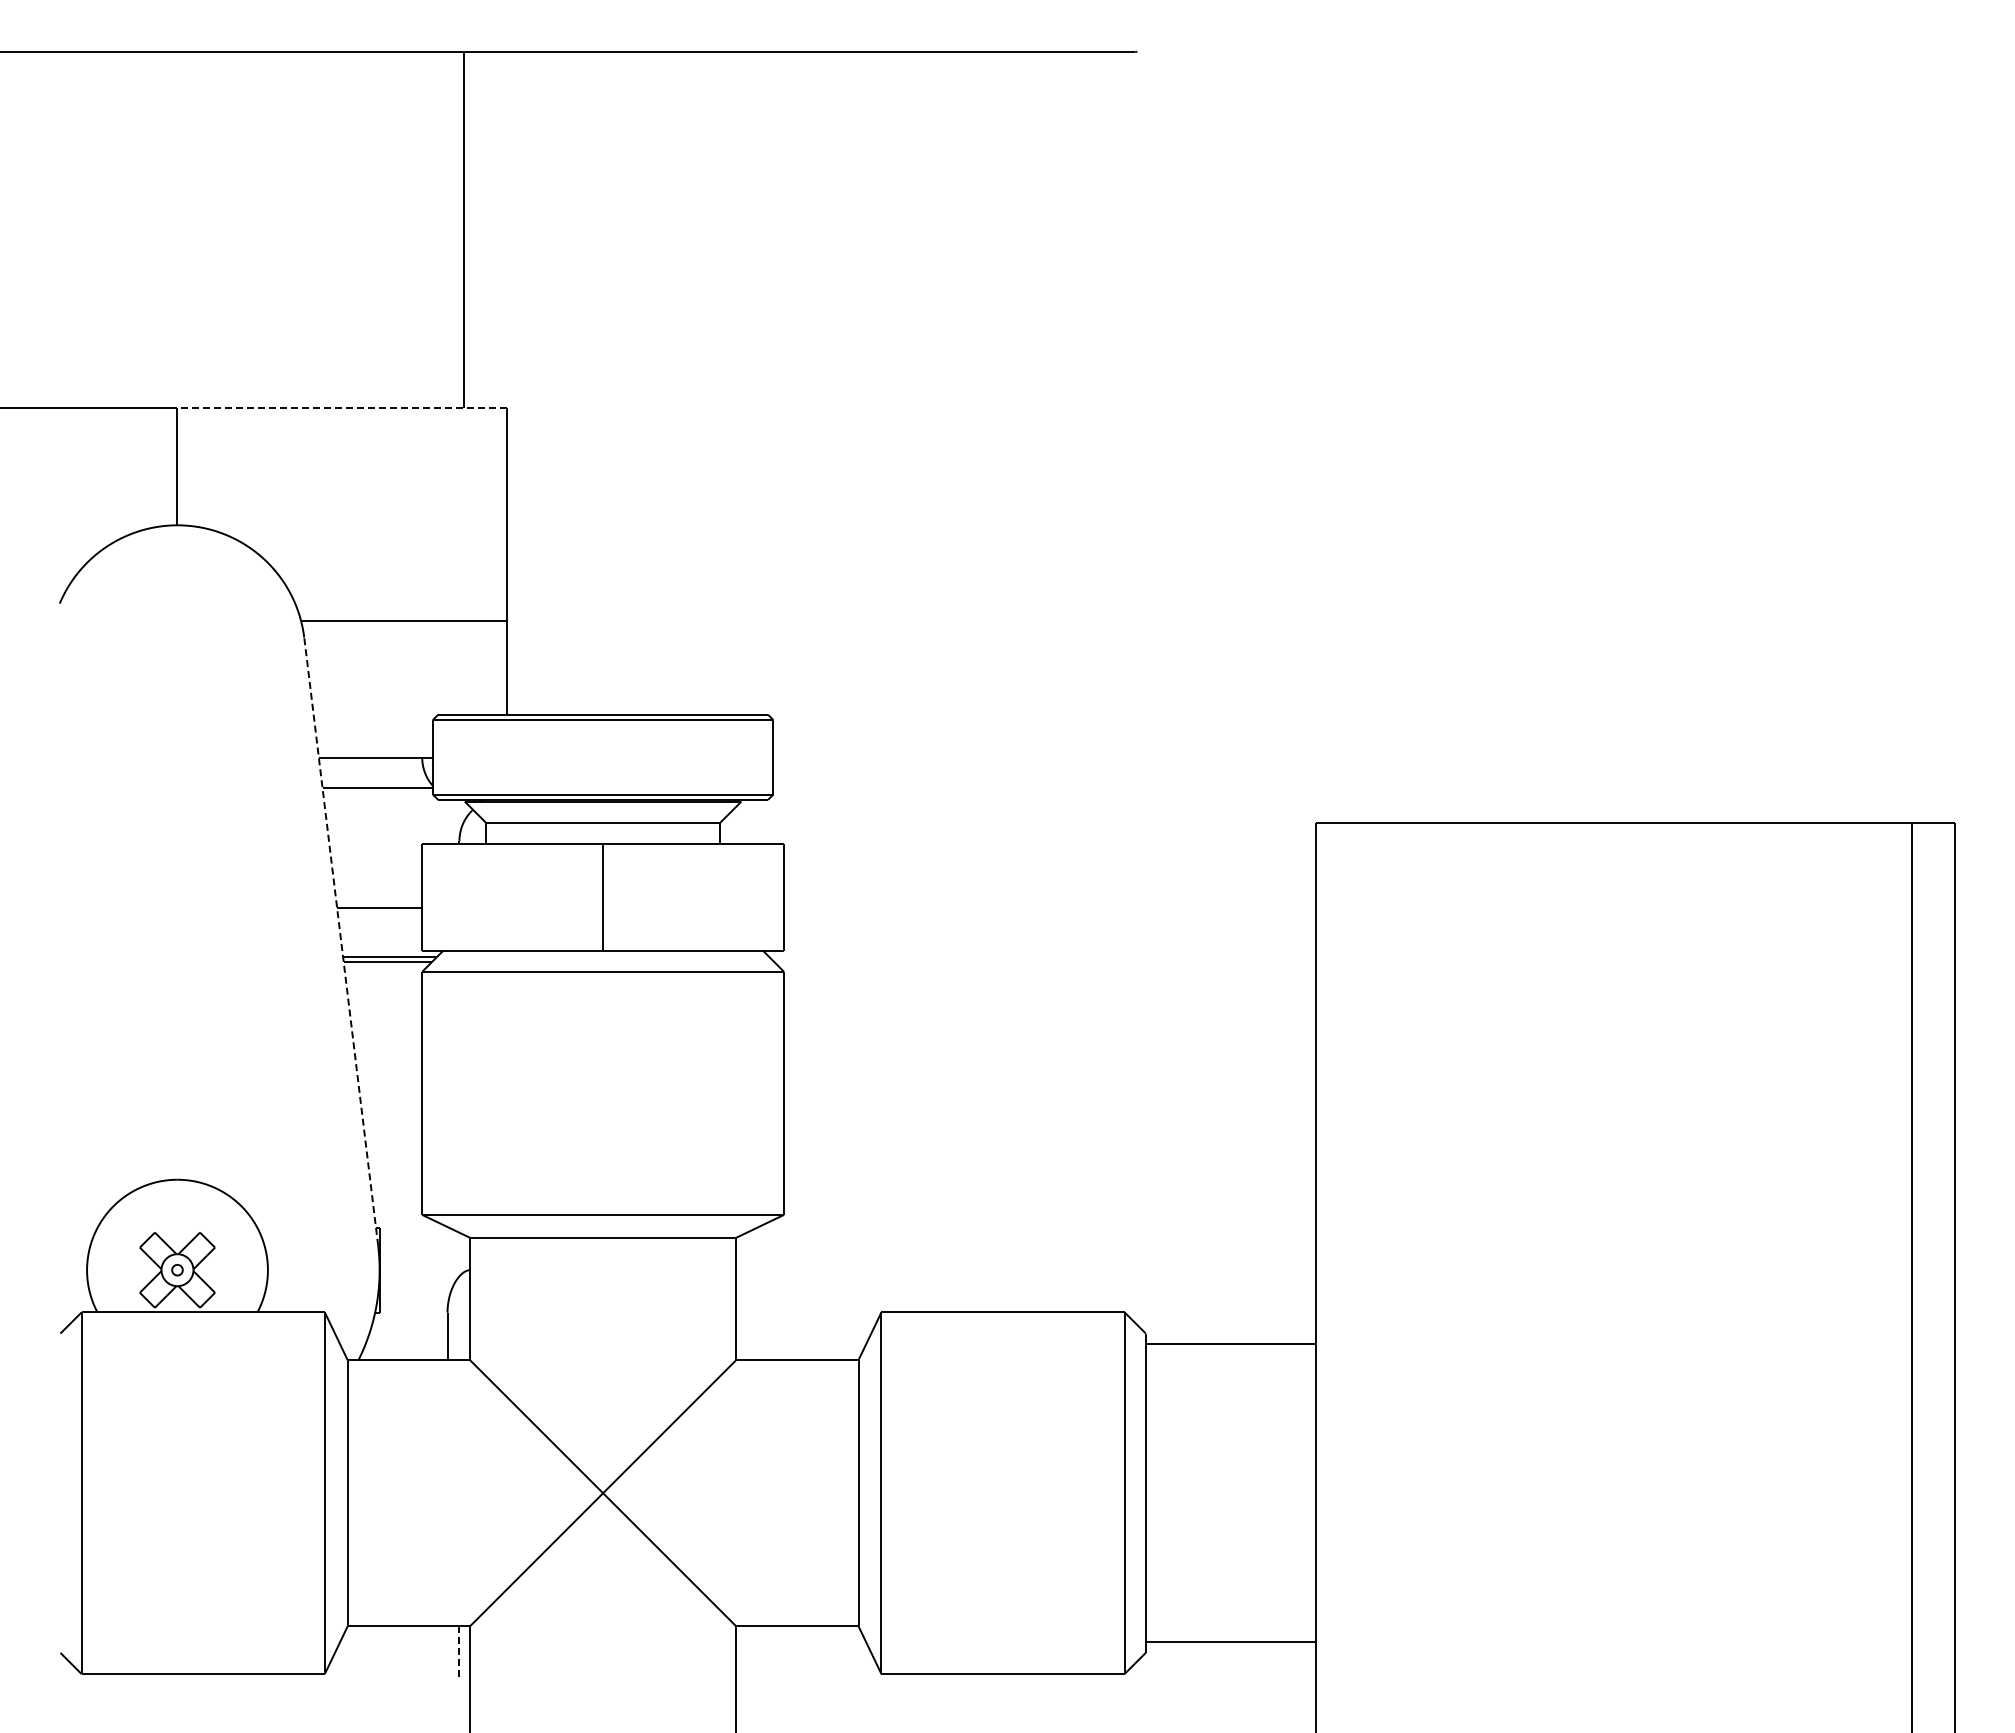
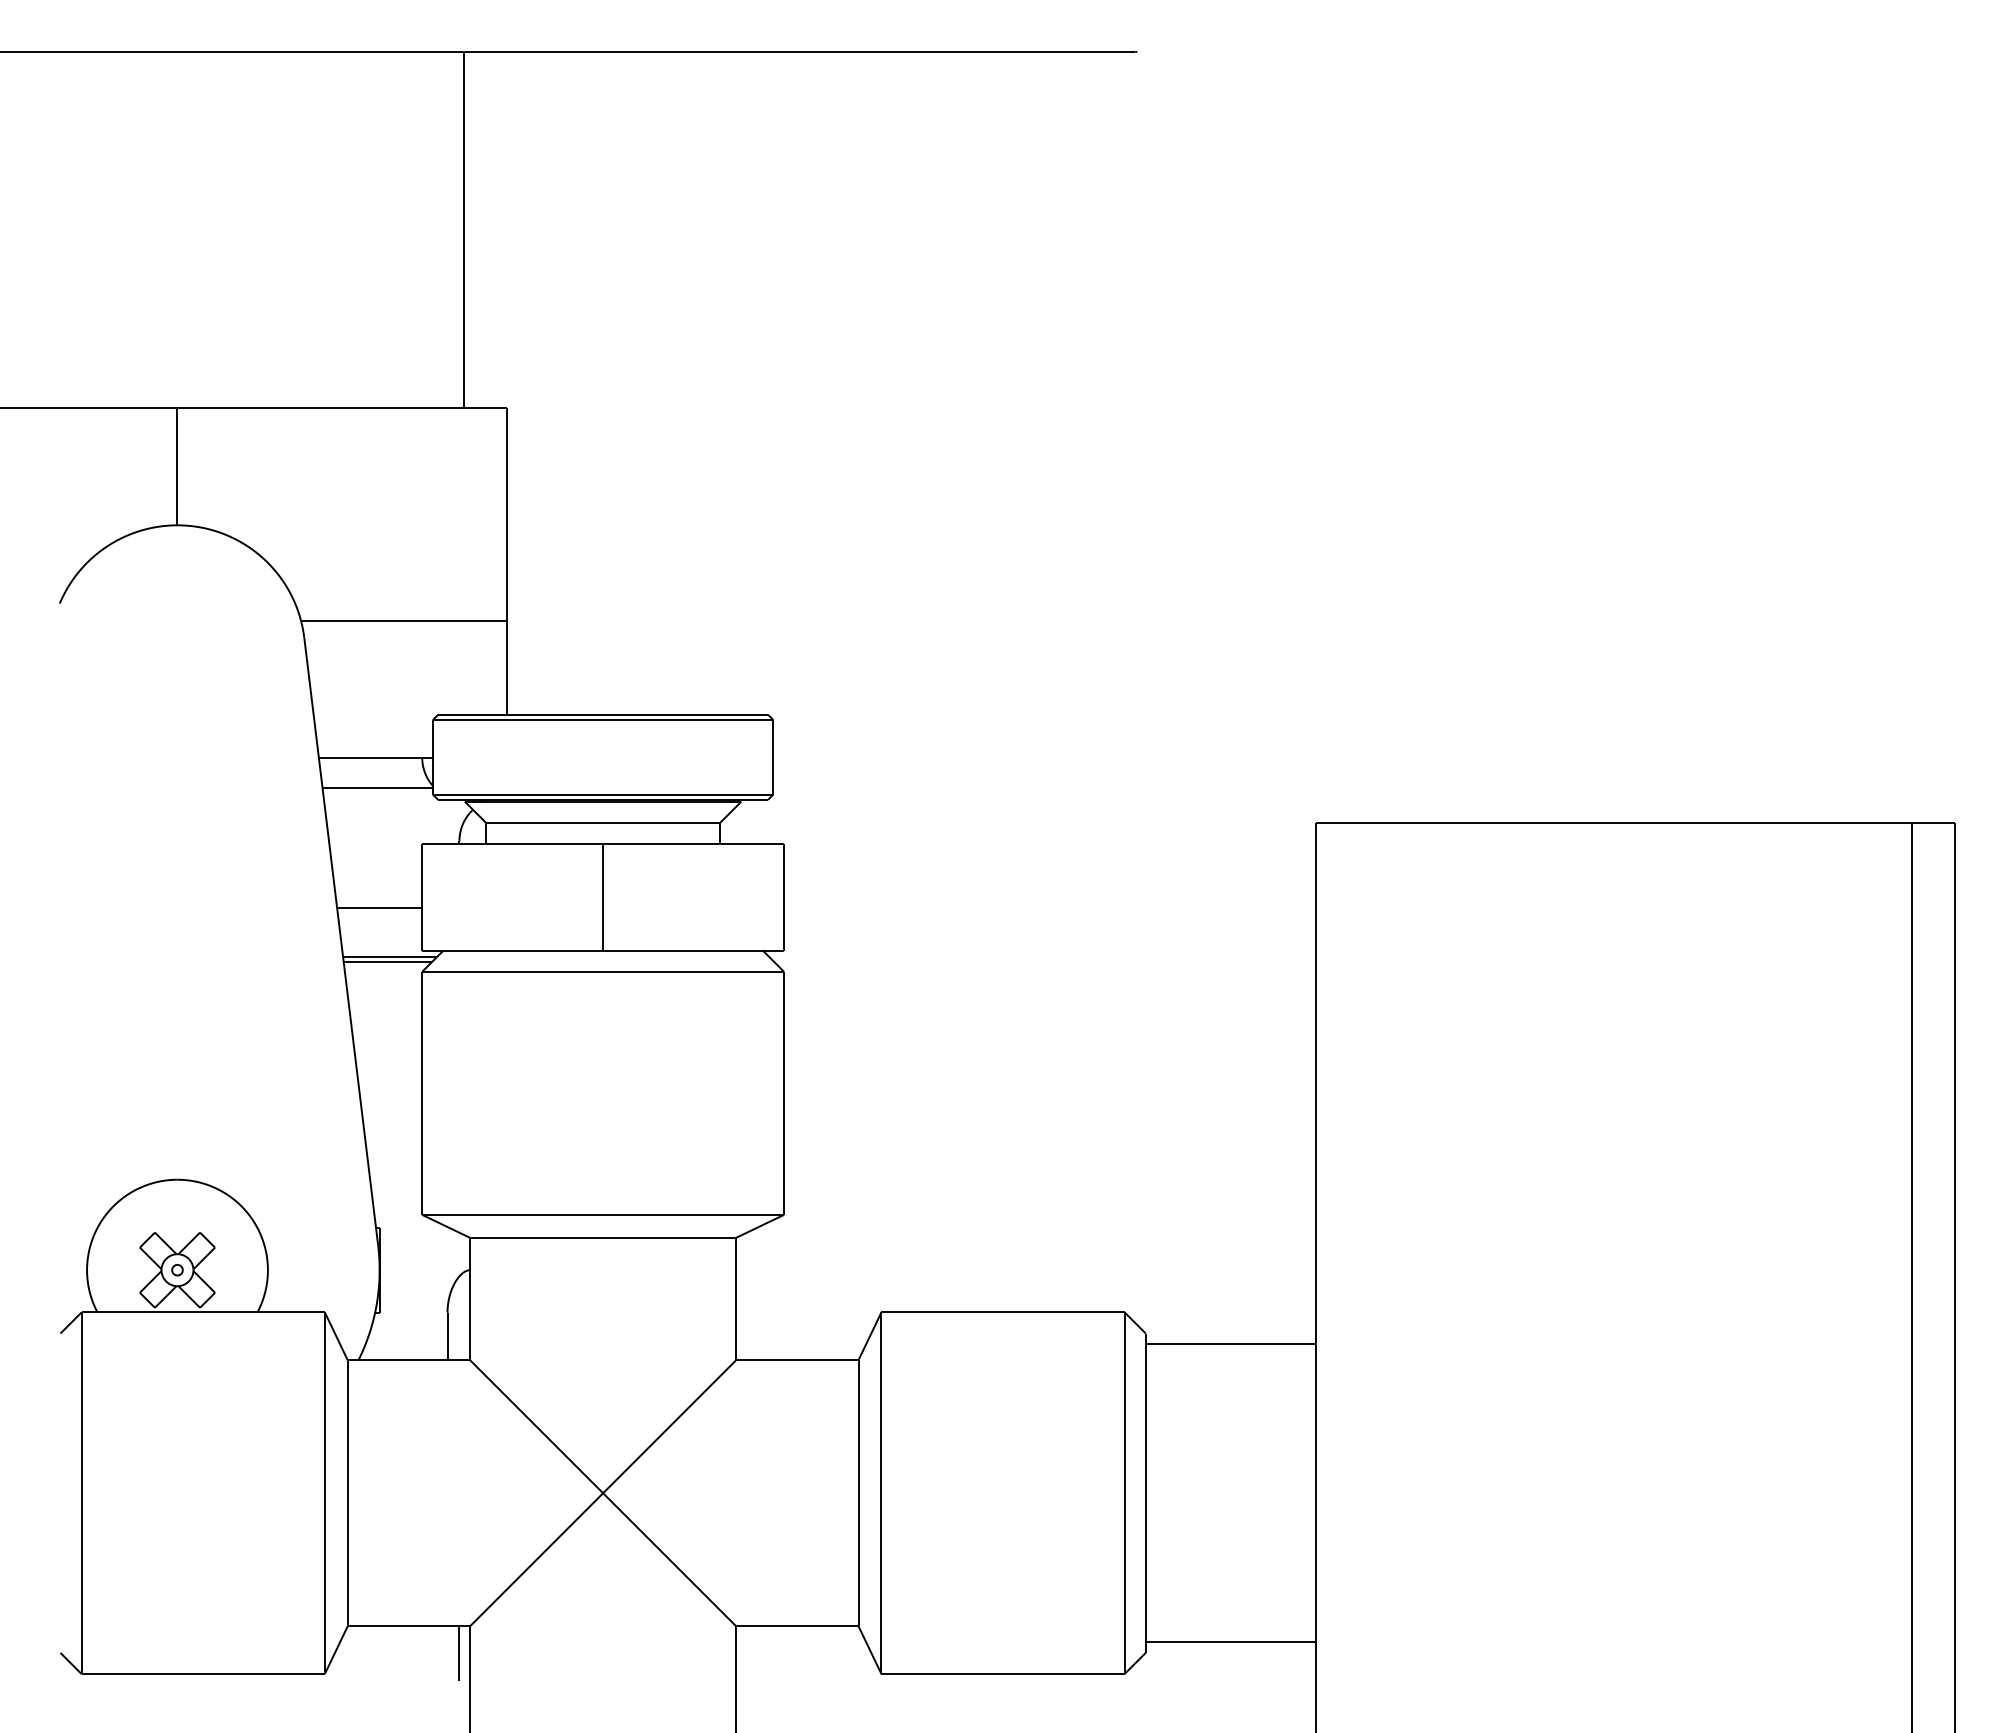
line at (342, 408): dashed -> solid
line at (341, 941): dashed -> solid
line at (458, 1654): dashed -> solid
